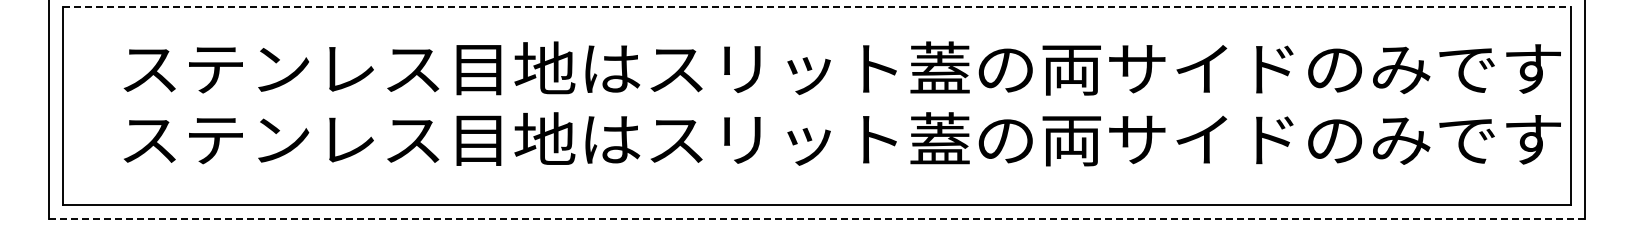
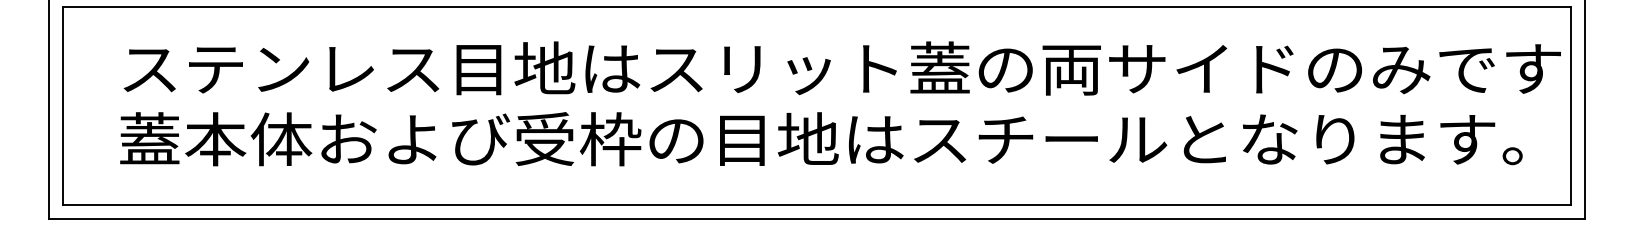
line at (816, 6): dashed -> solid
text at (840, 139): ステンレス目地はスリット蓋の両サイドのみです -> 蓋本体および受枠の目地はスチールとなります。
line at (816, 219): dashed -> solid
